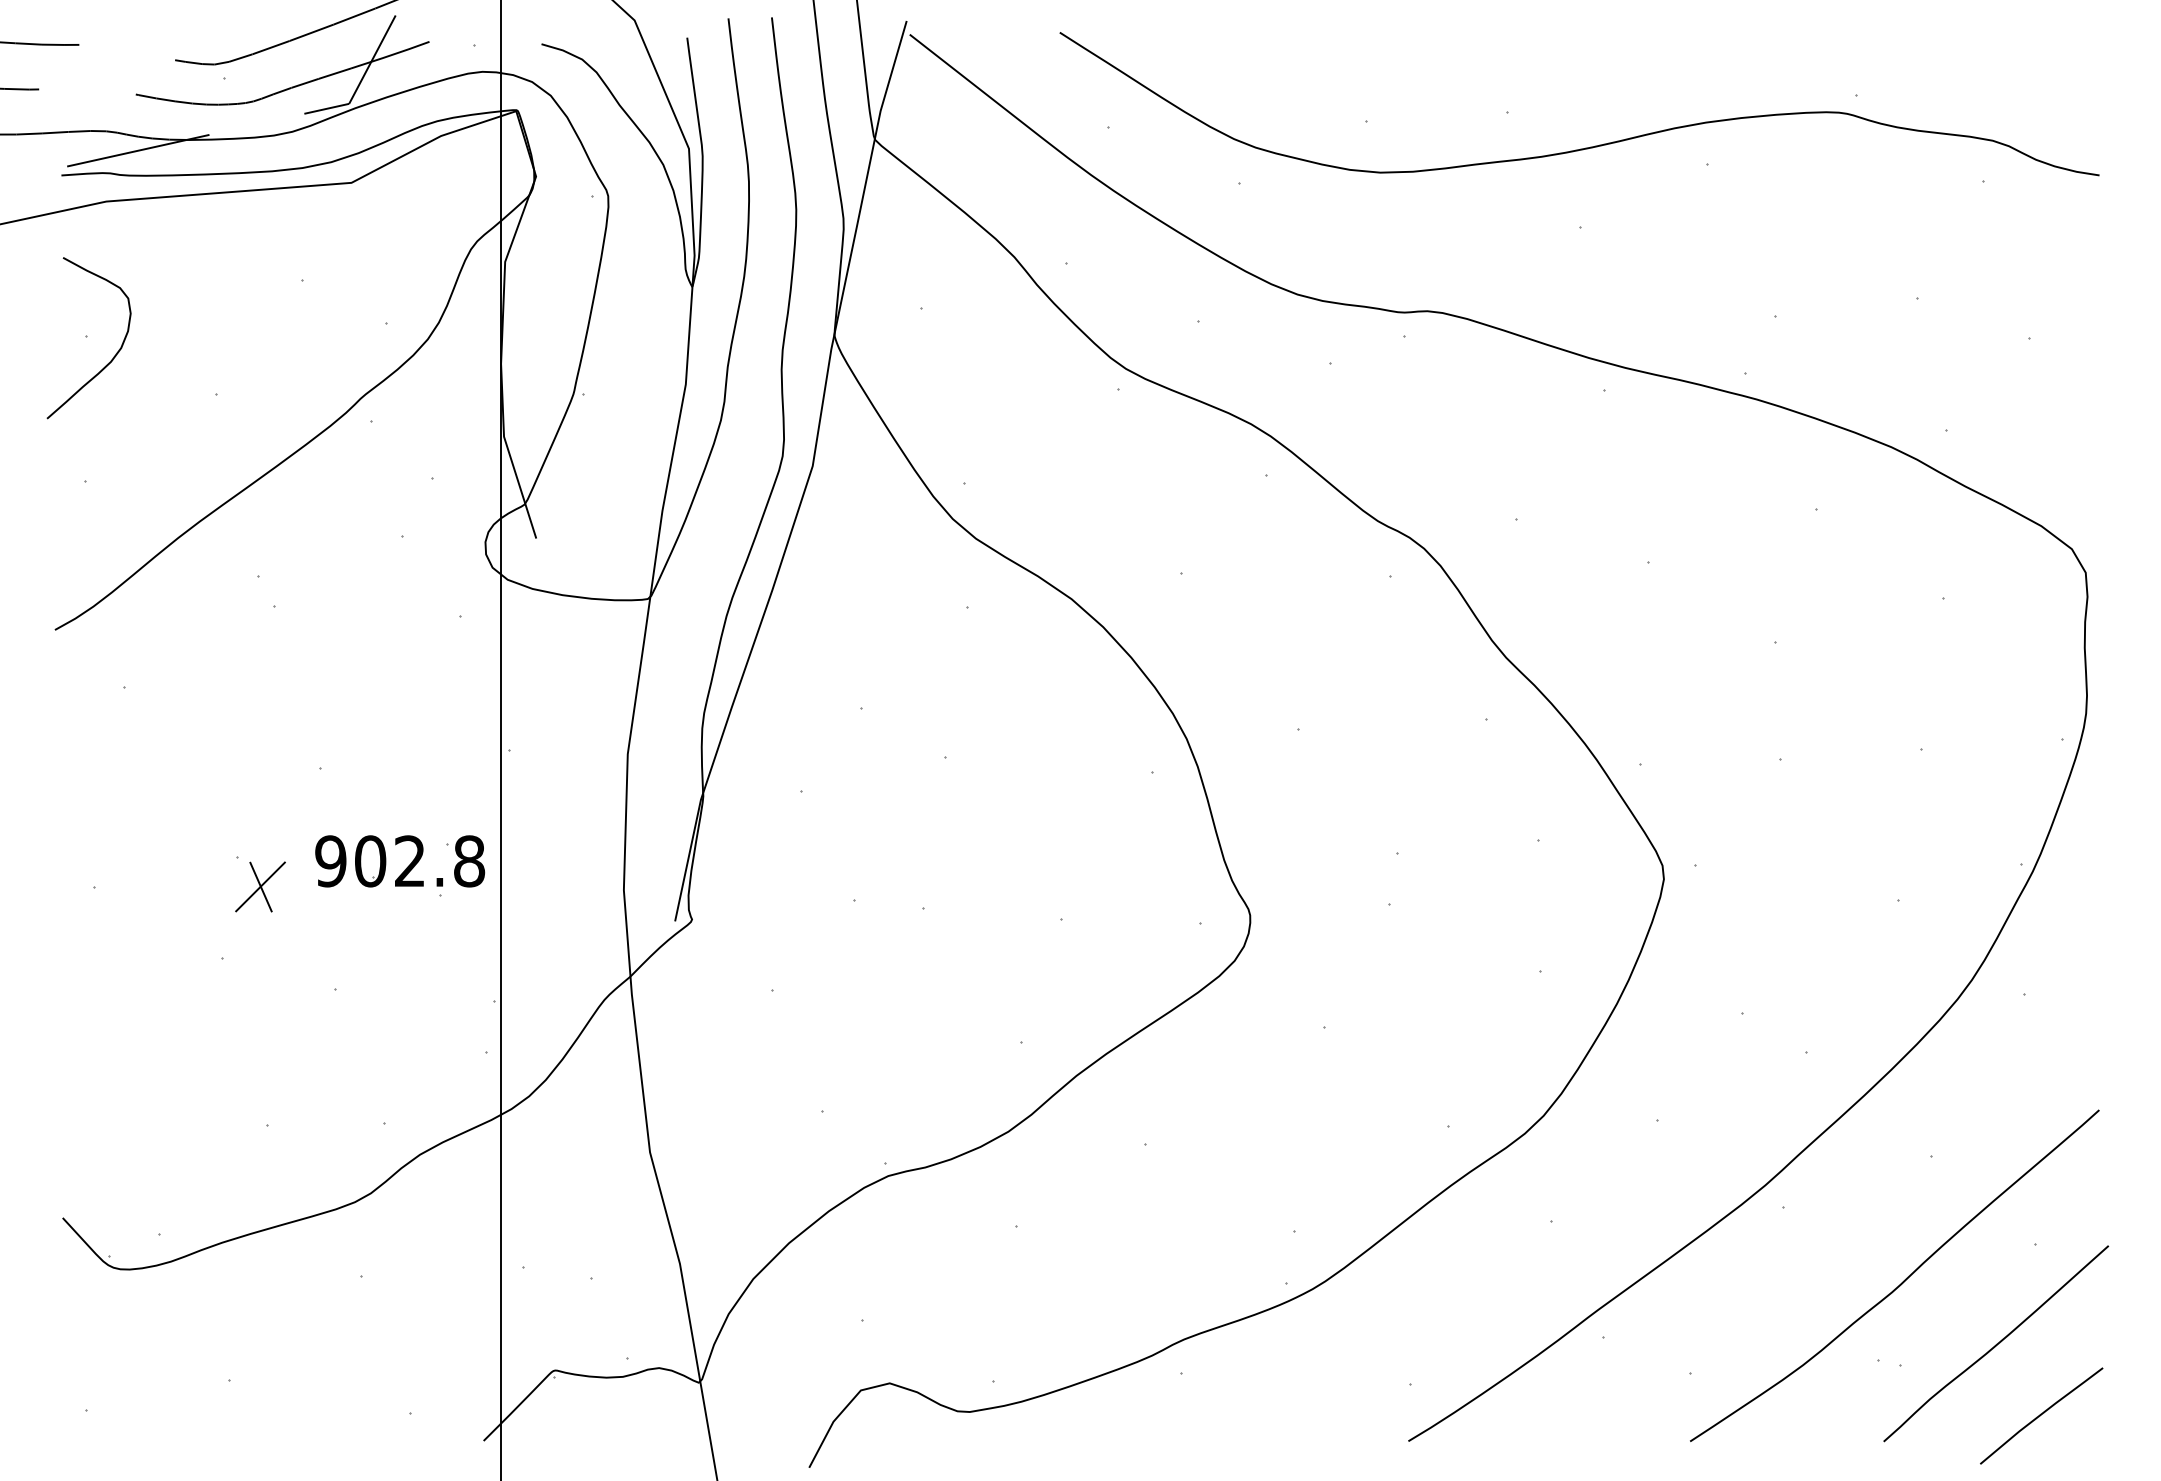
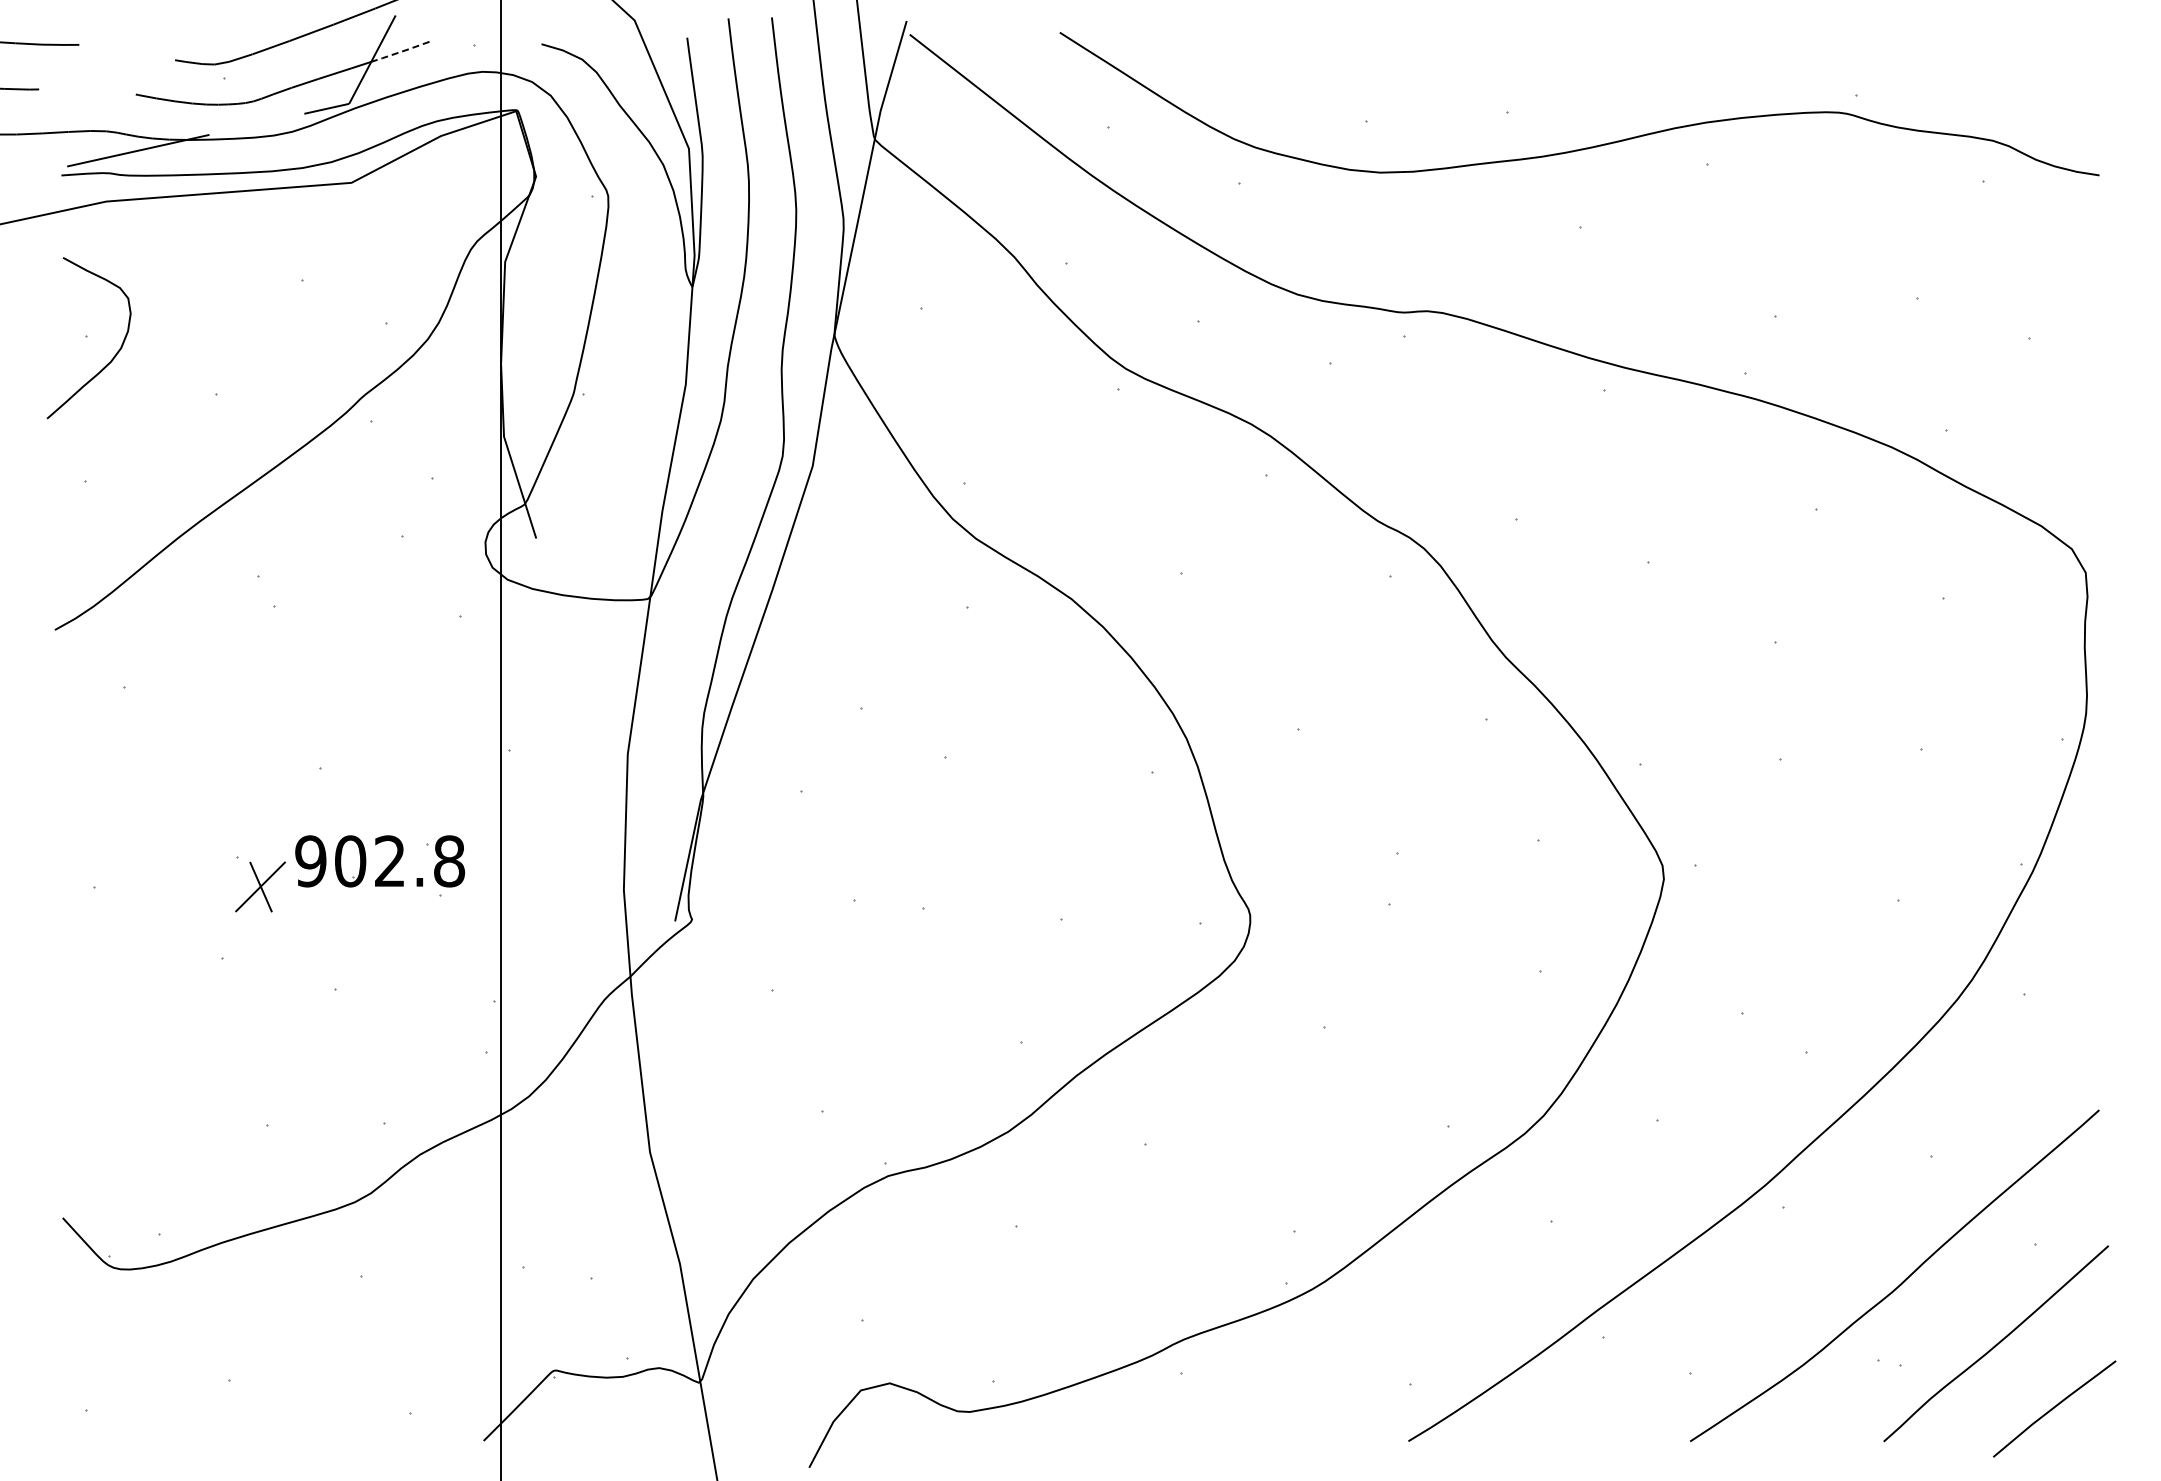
line at (400, 52): solid -> dashed
part at (406, 867) position: (406, 867) -> (386, 867)
line at (2041, 1415) position: (2041, 1415) -> (2054, 1408)
